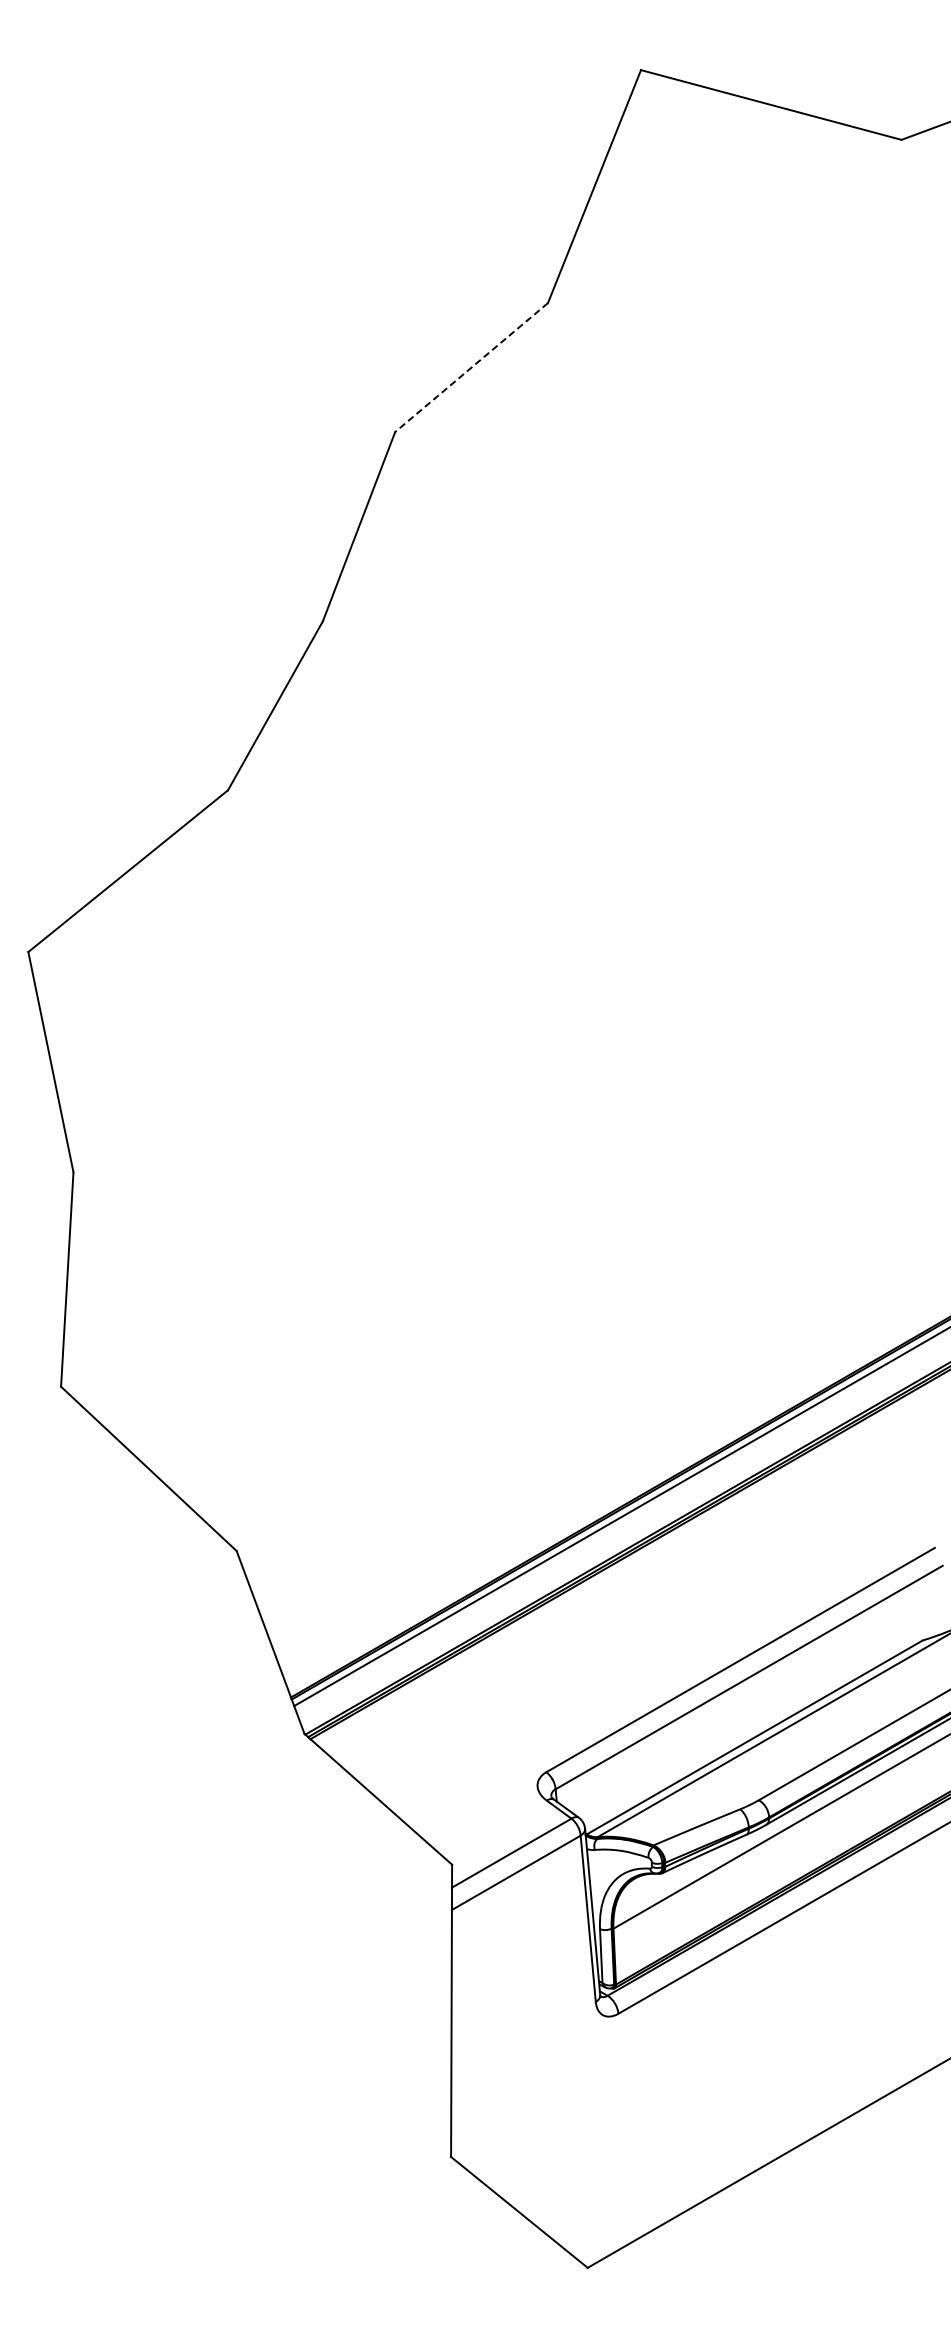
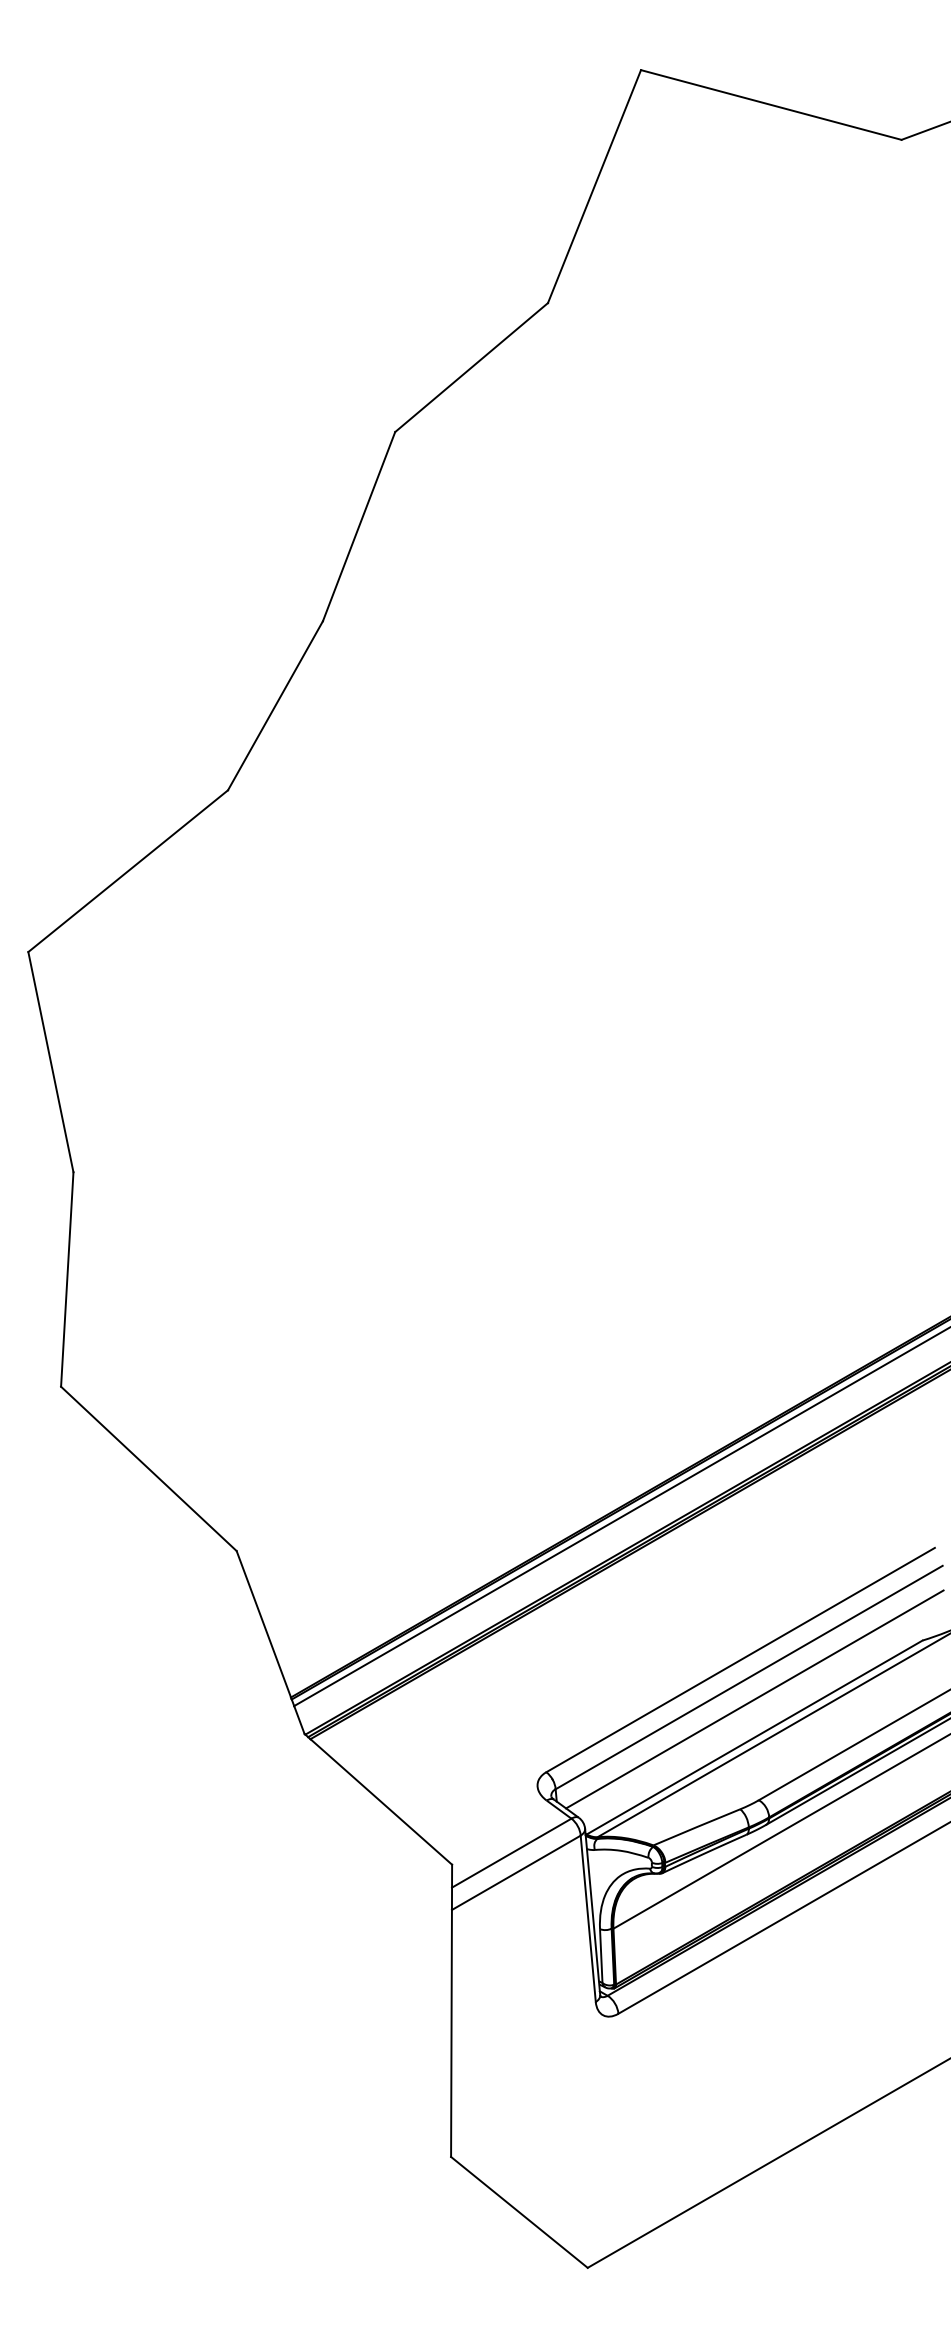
line at (471, 367): dashed -> solid
line at (754, 1699): none -> present
